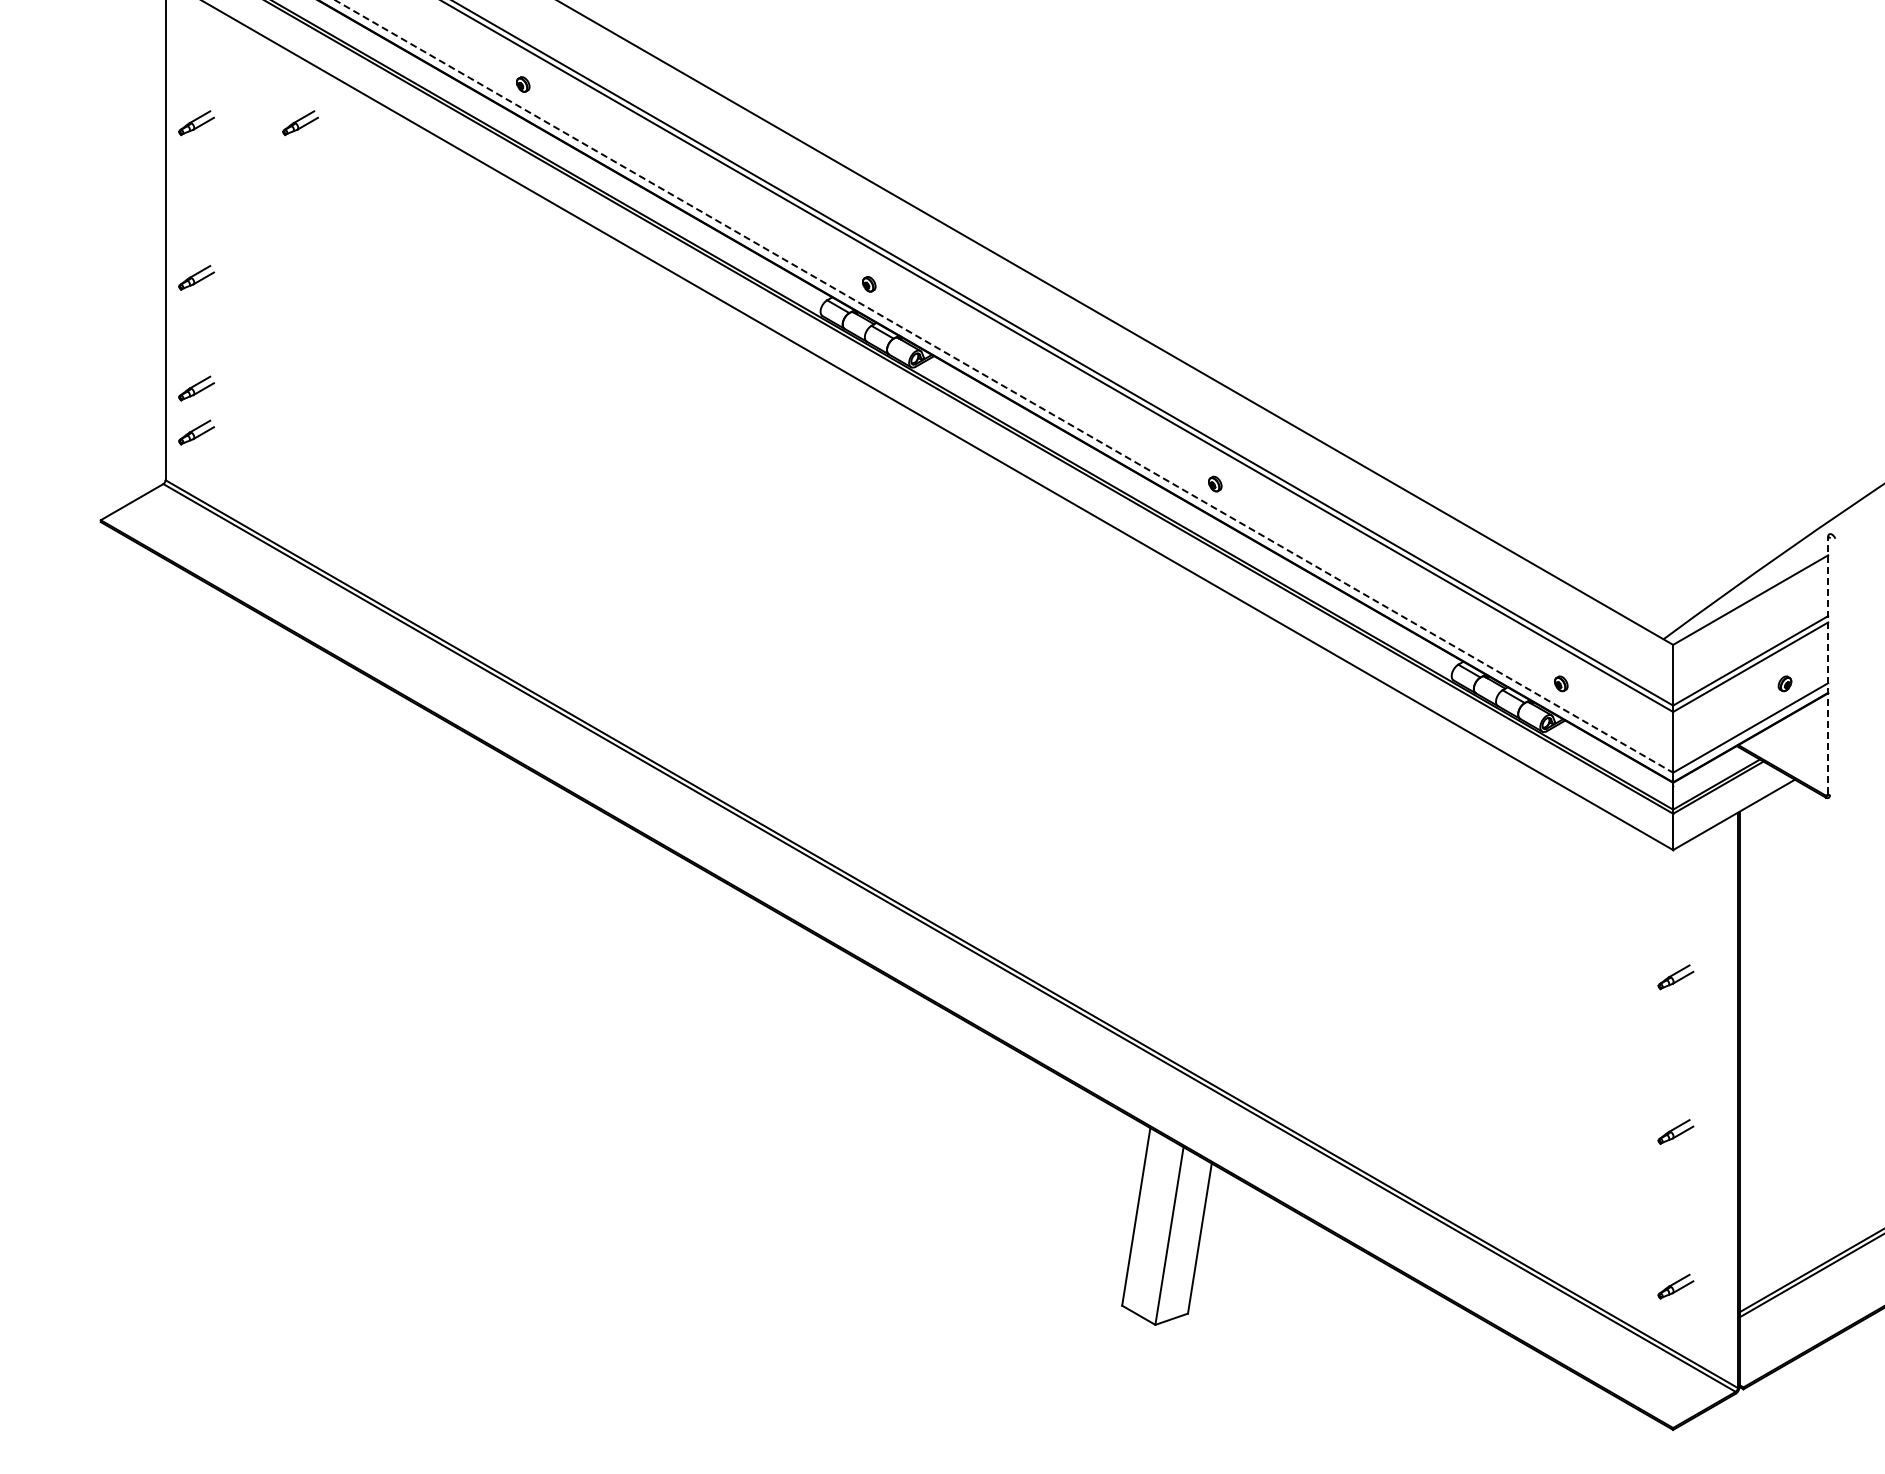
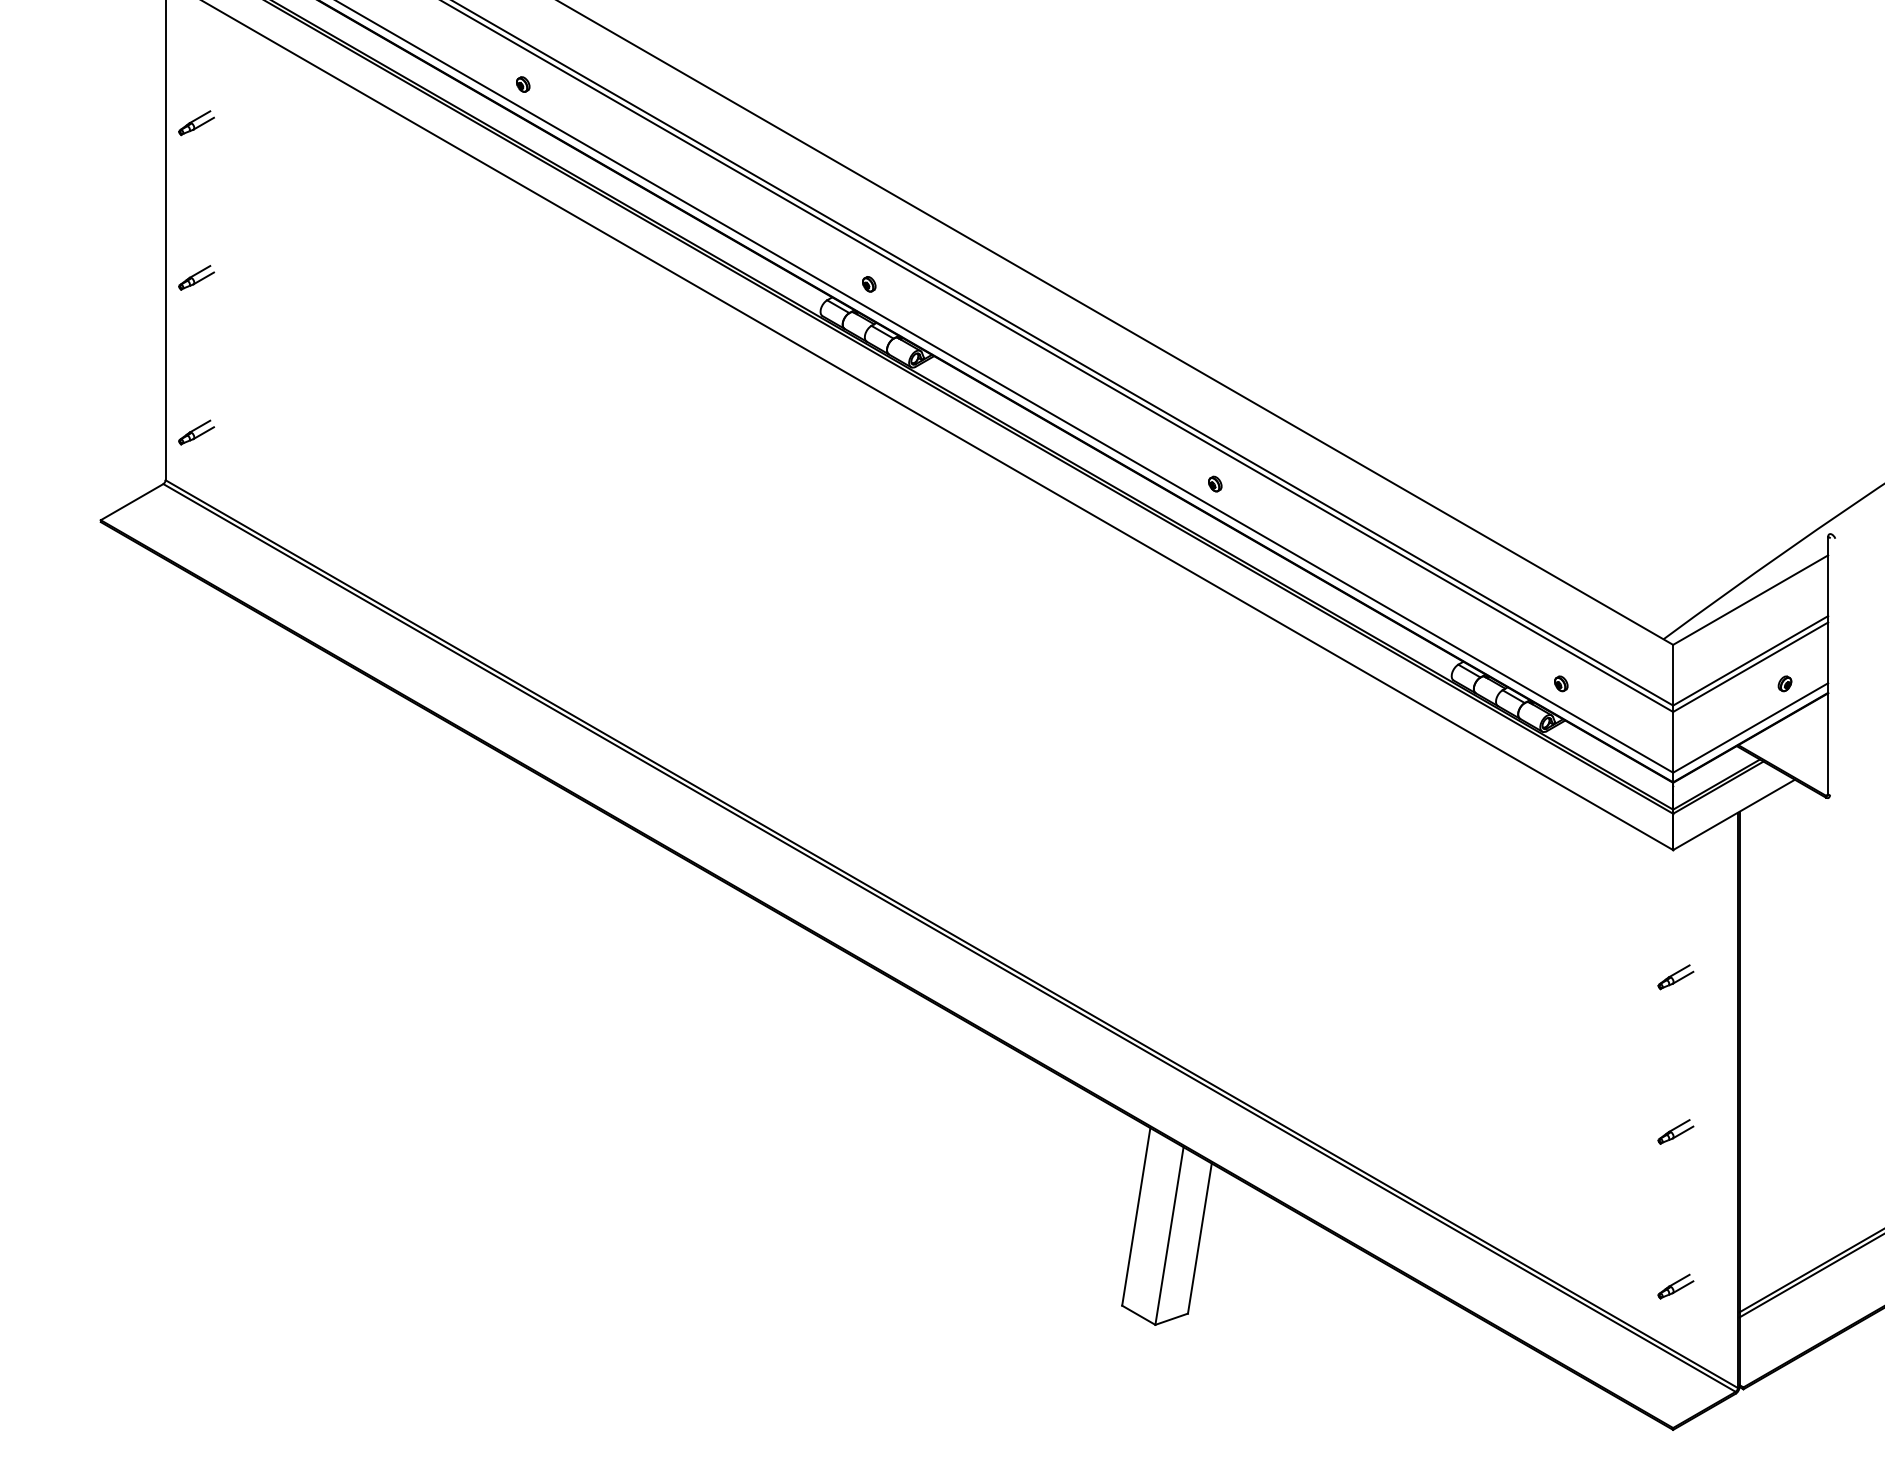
part at (300, 123): present -> none
line at (1004, 386): dashed -> solid
part at (196, 388): present -> none
line at (1828, 665): dashed -> solid
